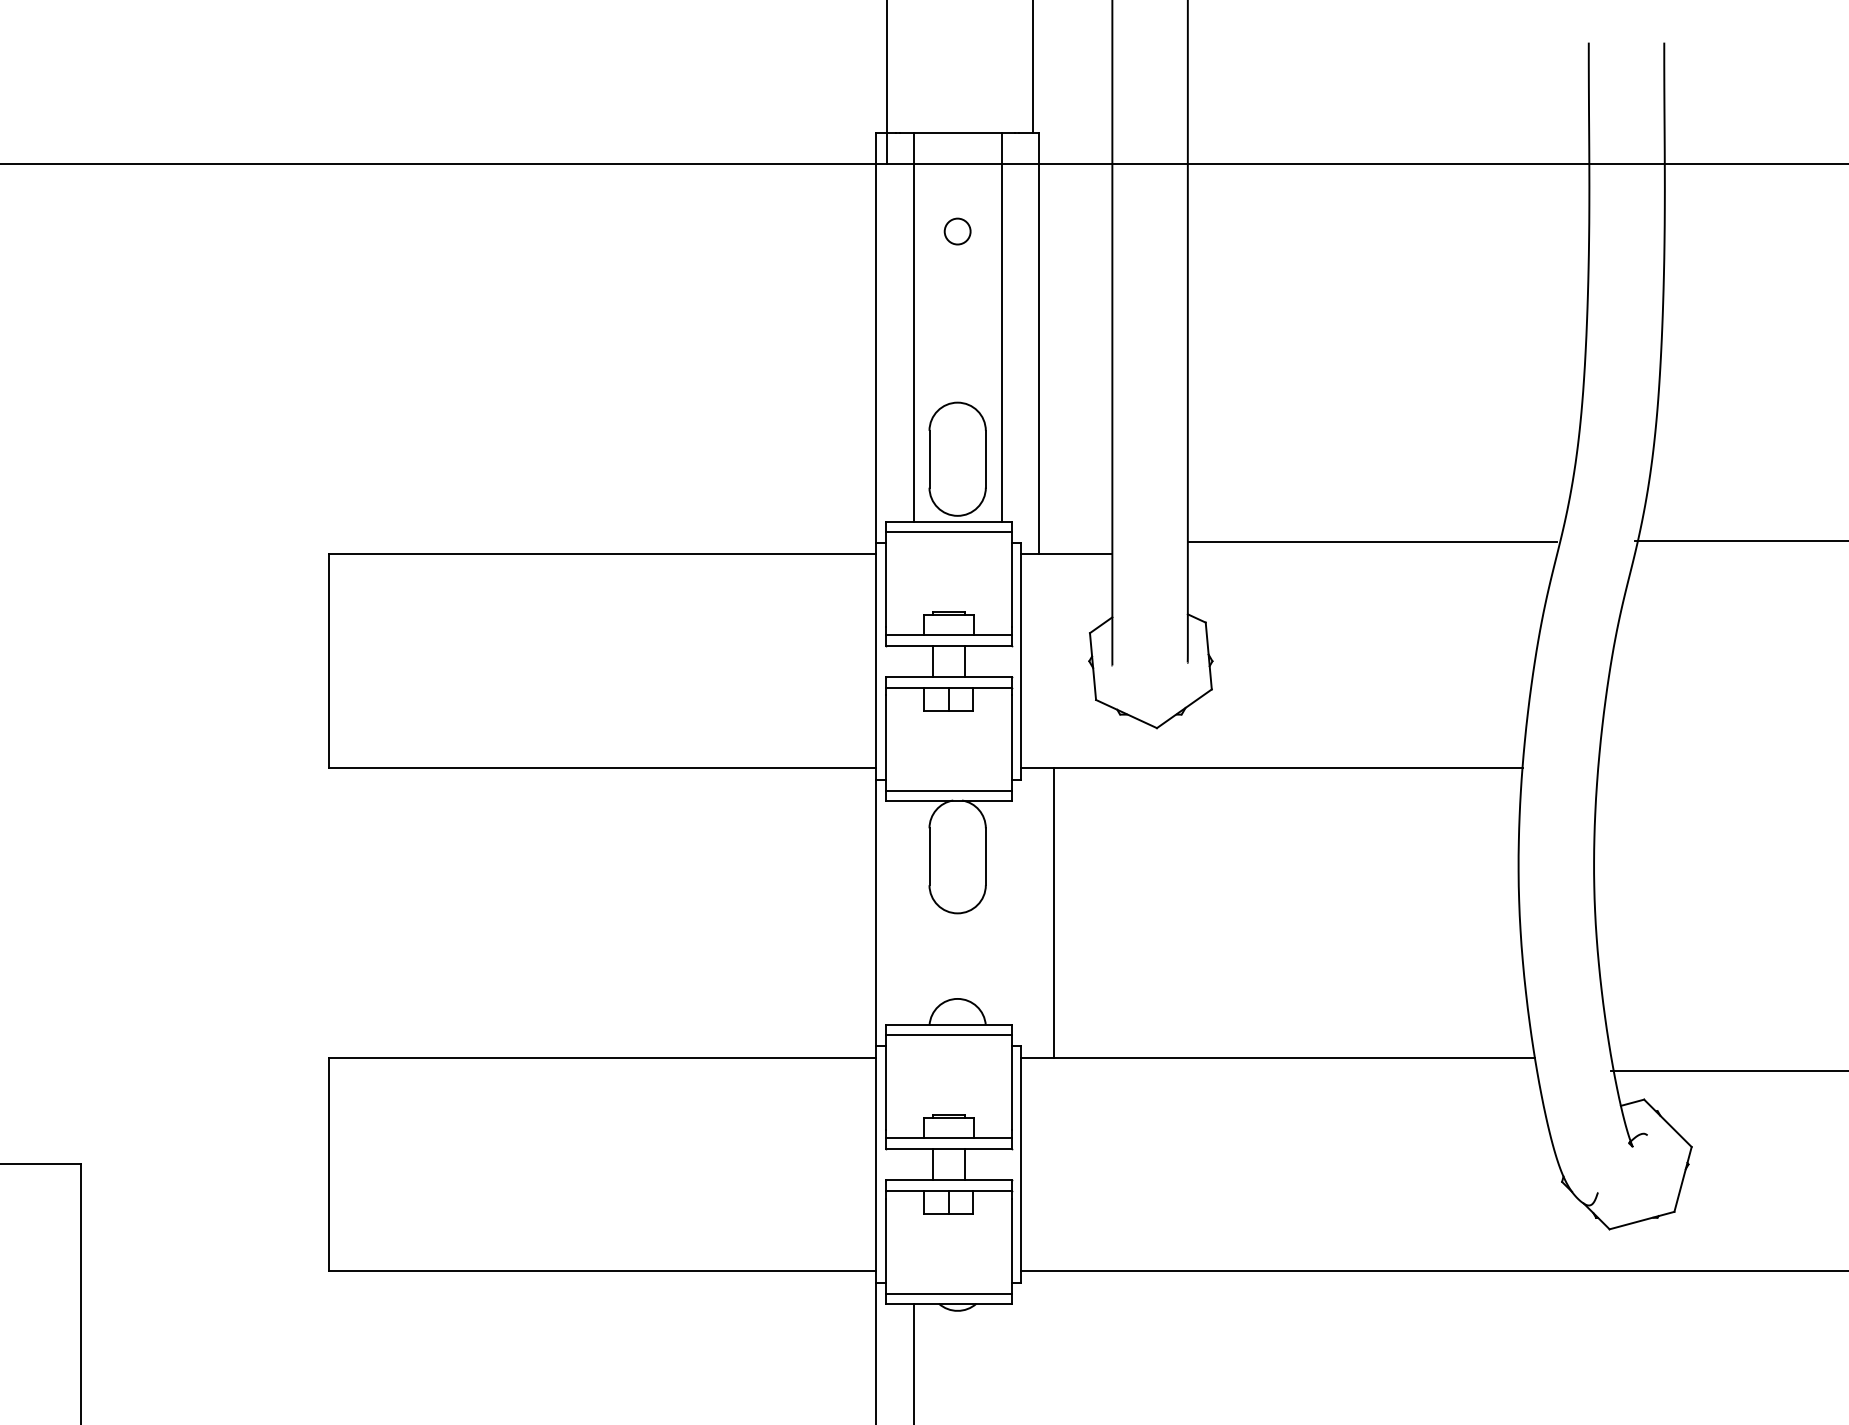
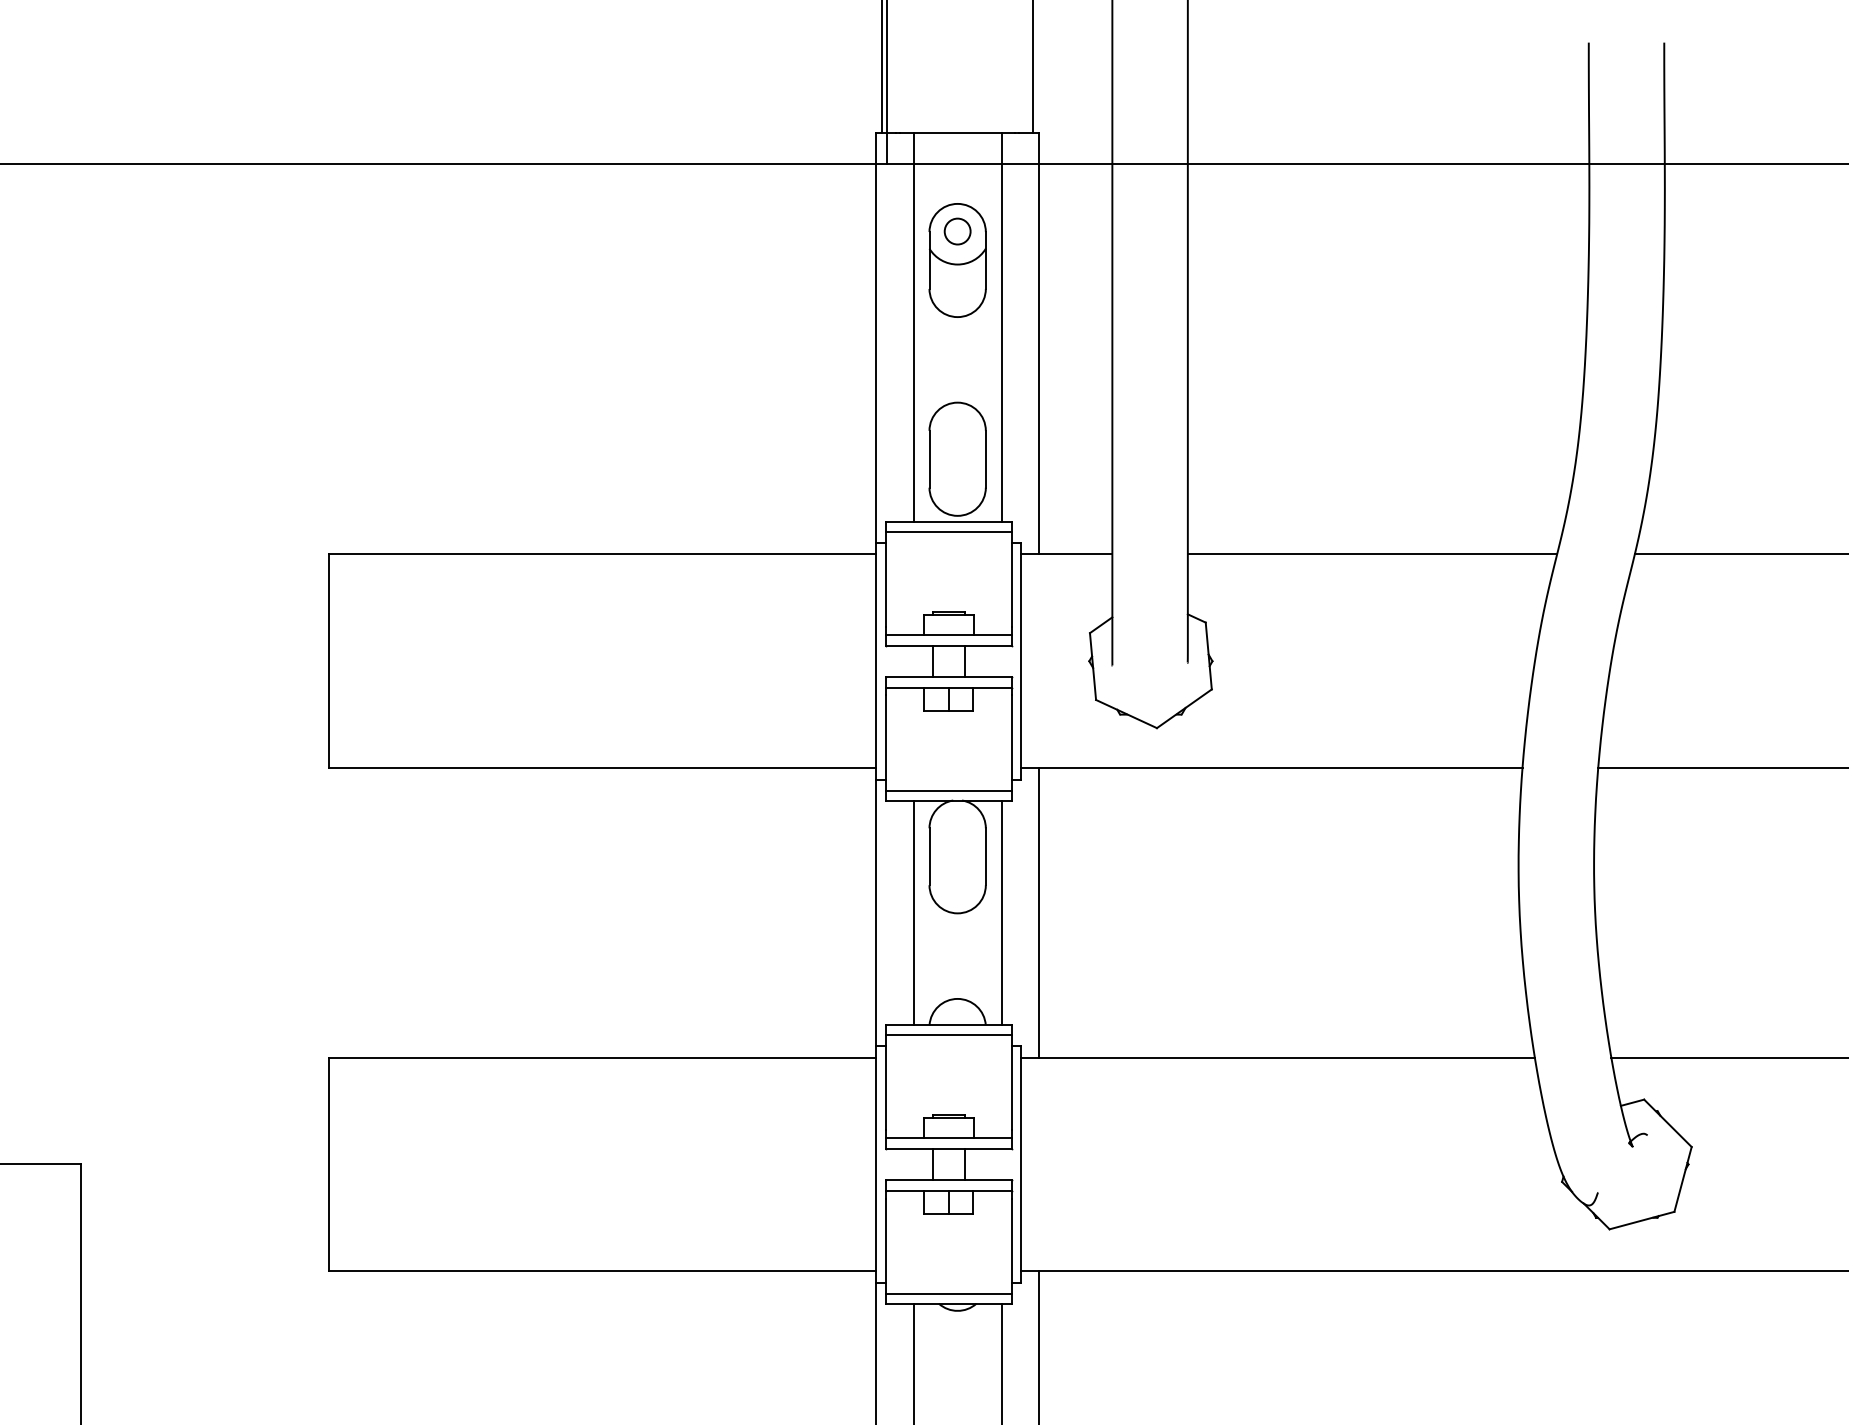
line at (882, 67): none -> present
part at (957, 260): none -> present
line at (1739, 541) position: (1739, 541) -> (1739, 554)
line at (1372, 542) position: (1372, 542) -> (1372, 554)
line at (1721, 768): none -> present
line at (913, 912): none -> present
line at (1001, 912): none -> present
line at (1054, 912) position: (1054, 912) -> (1039, 912)
line at (1728, 1070) position: (1728, 1070) -> (1728, 1057)
line at (1039, 1346): none -> present
line at (1001, 1362): none -> present
